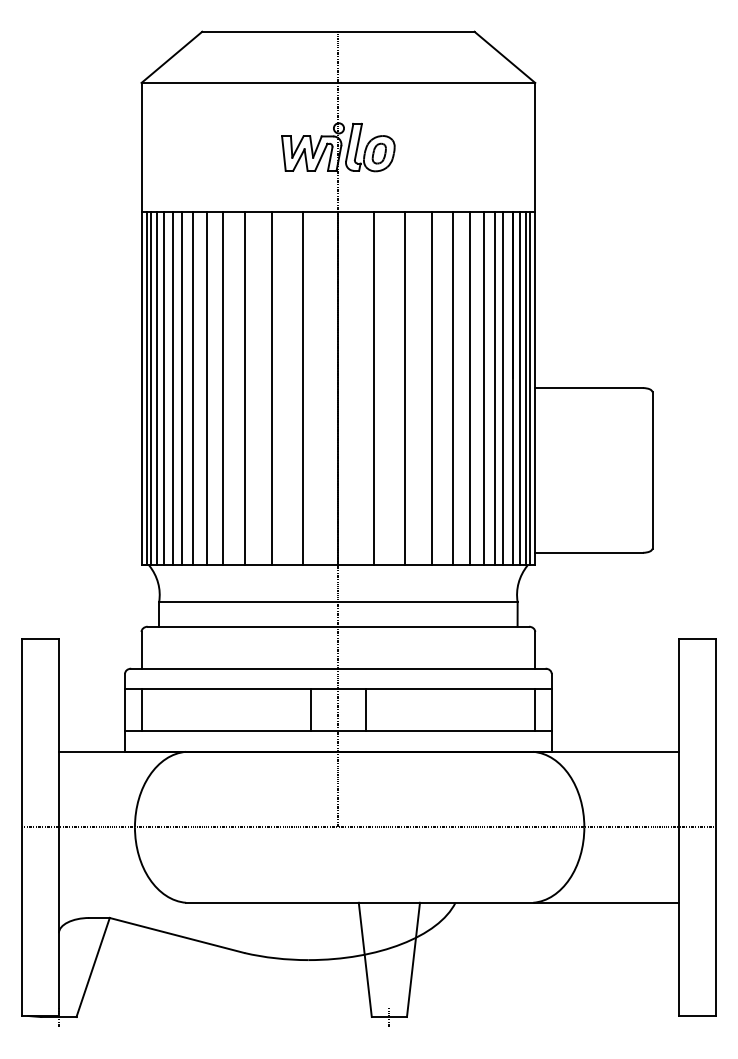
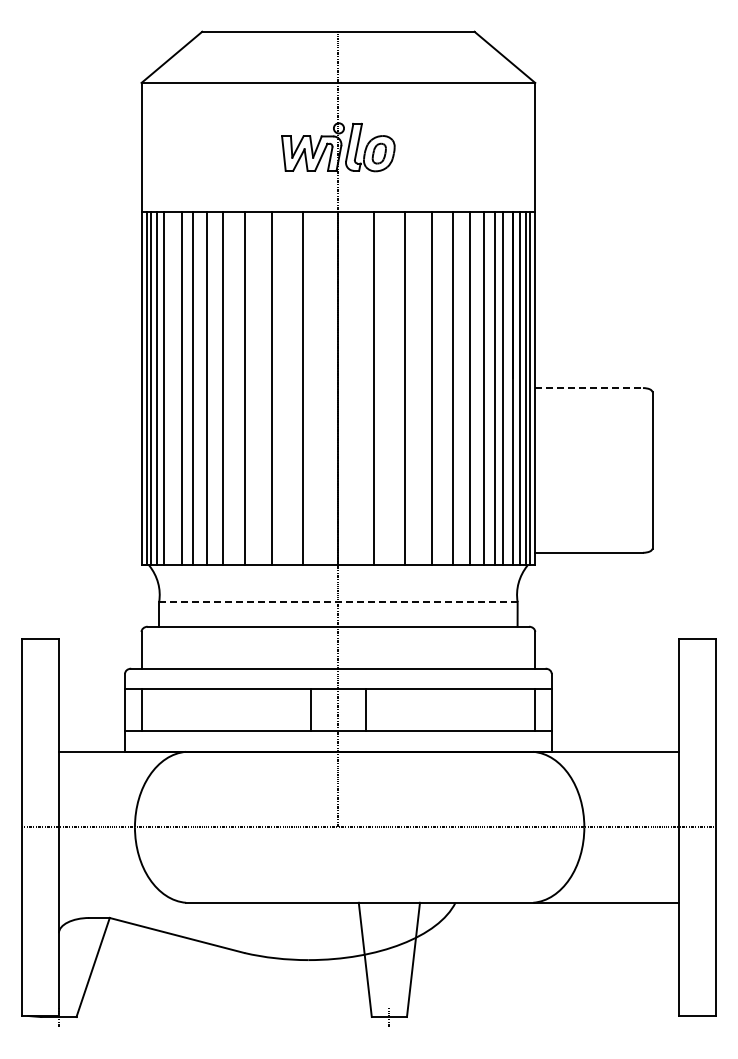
line at (173, 388): present -> none
line at (589, 388): solid -> dashed
line at (337, 602): solid -> dashed
